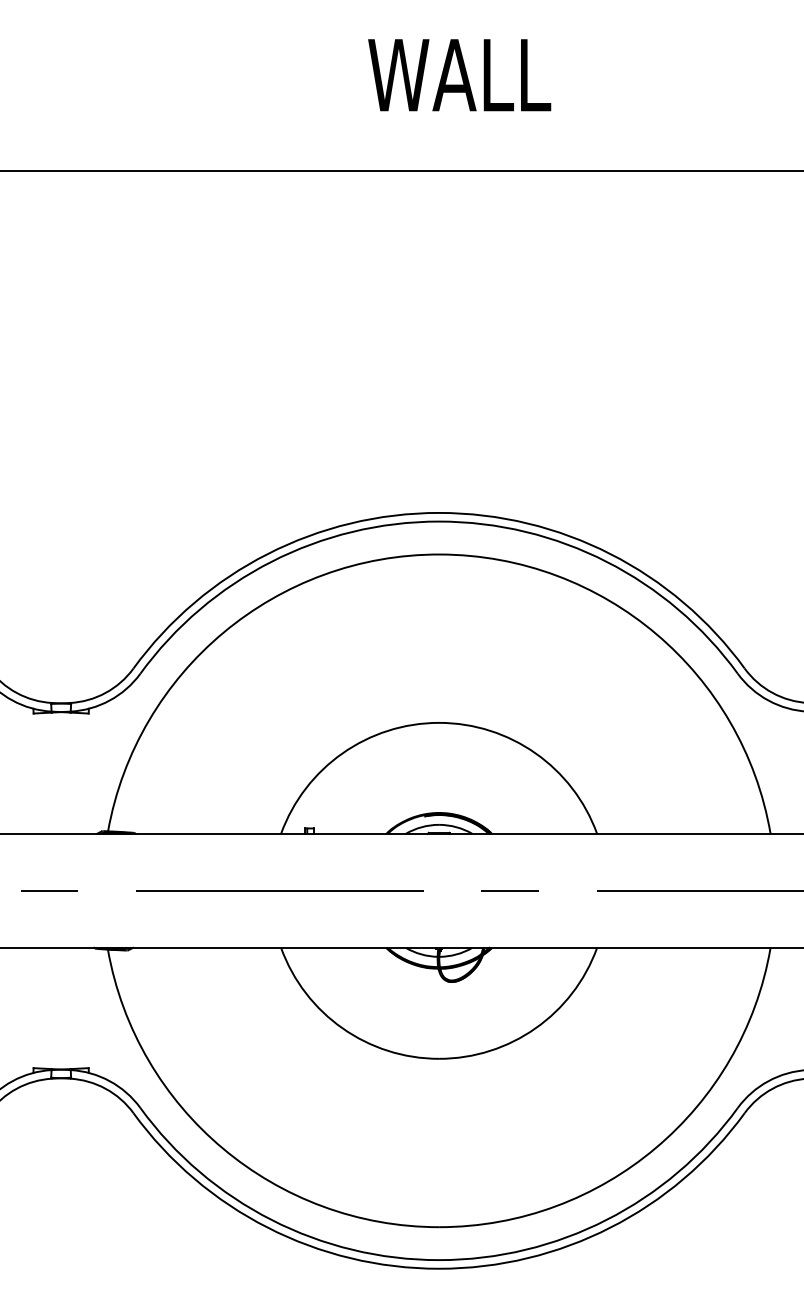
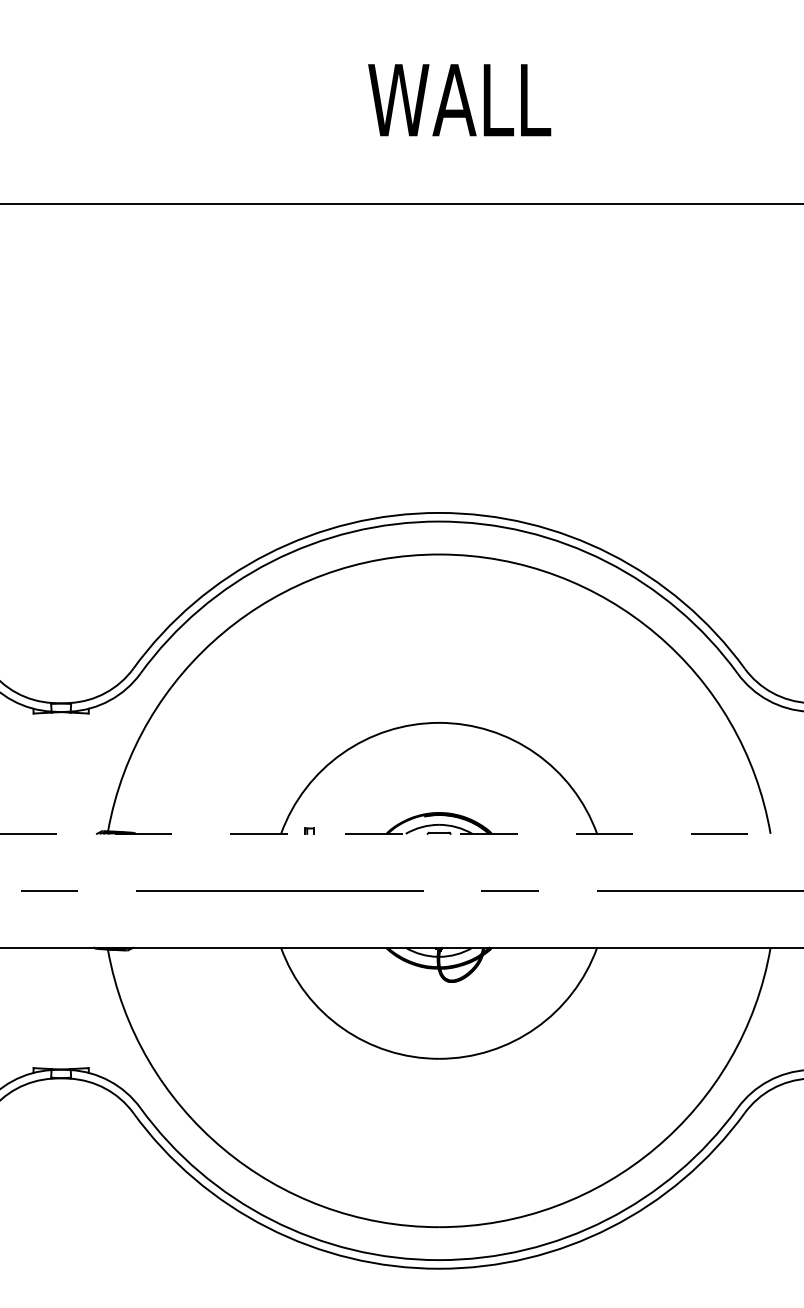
text at (459, 75) position: (459, 75) -> (459, 100)
line at (401, 170) position: (401, 170) -> (401, 203)
line at (401, 833): solid -> dashed
